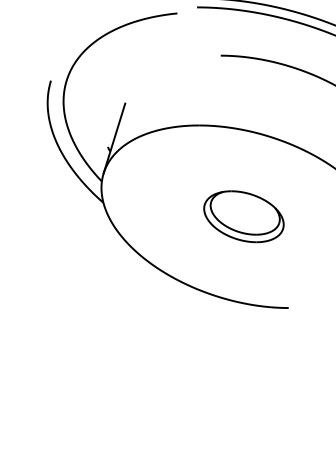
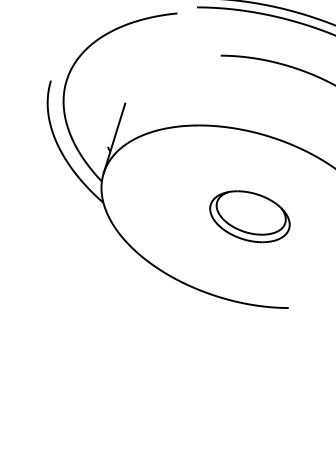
part at (243, 216) position: (243, 216) -> (249, 216)
